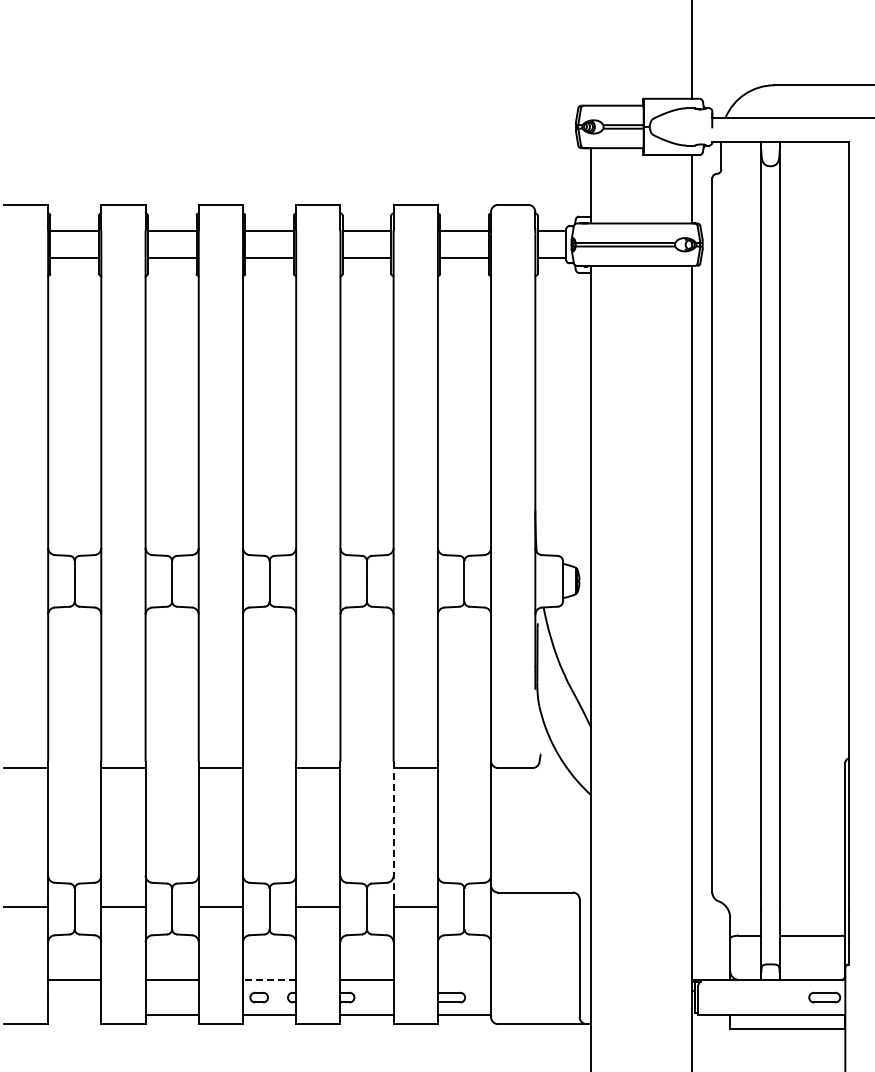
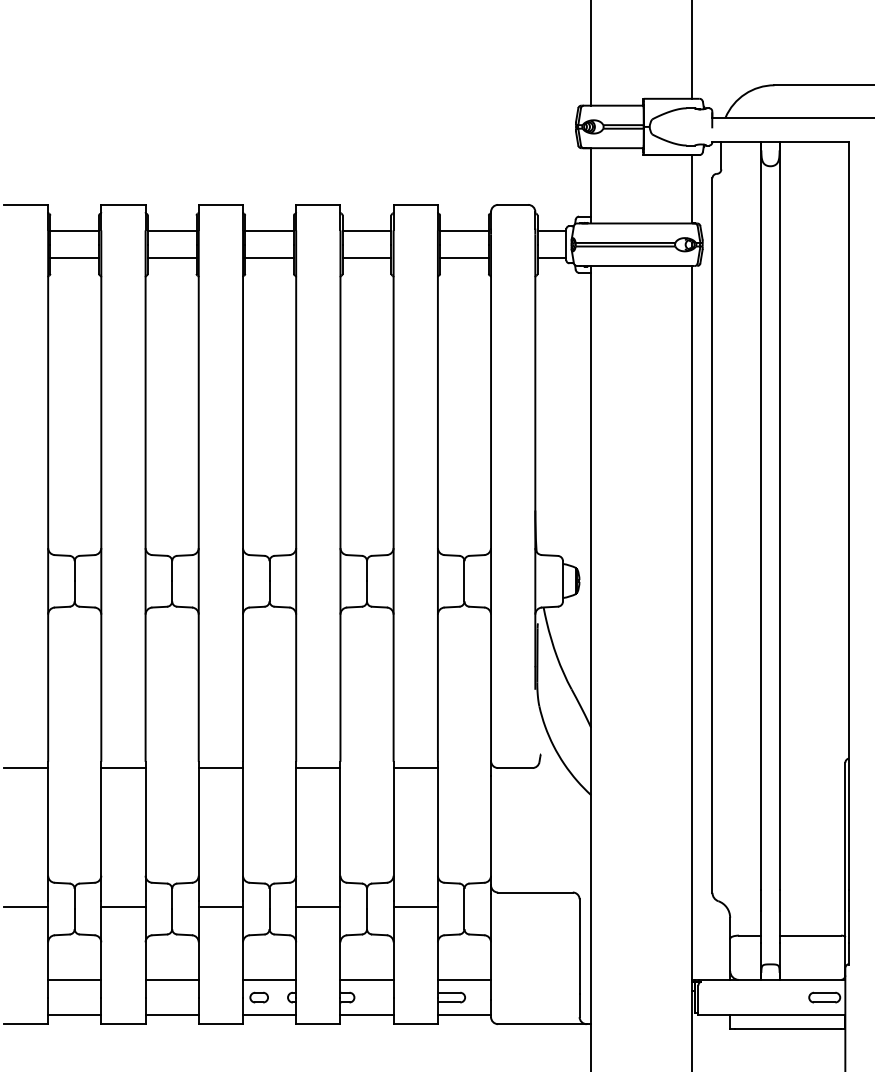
line at (591, 53): none -> present
line at (393, 834): dashed -> solid
line at (269, 979): dashed -> solid
line at (464, 979): none -> present
line at (74, 1015): none -> present
